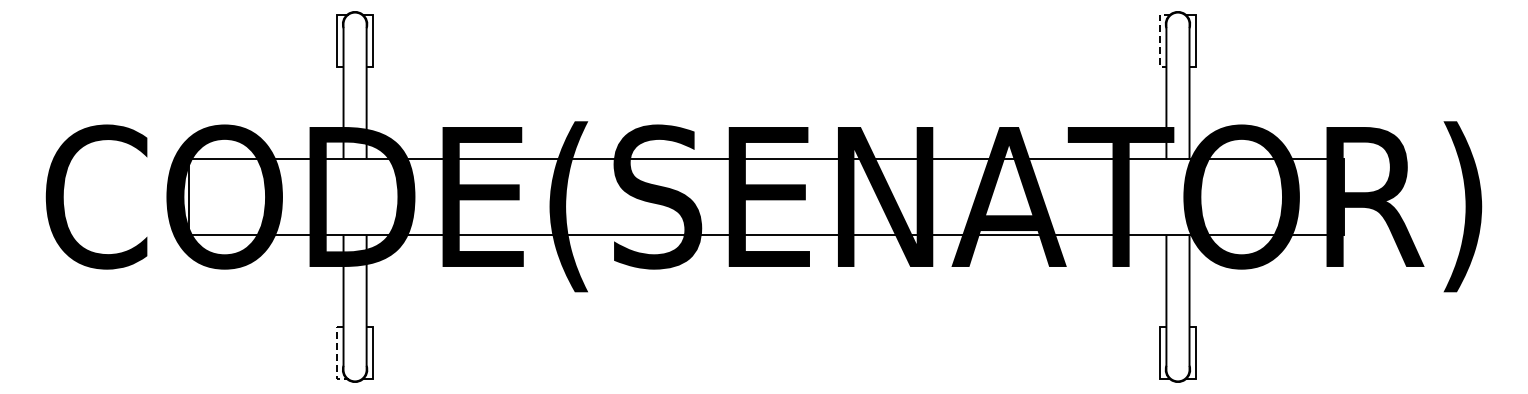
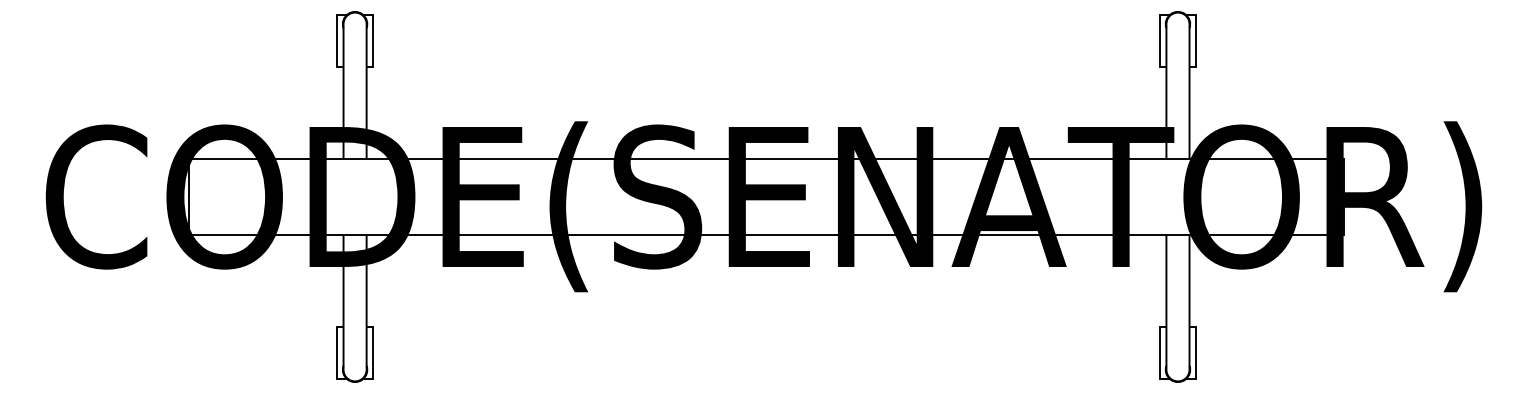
line at (1160, 38): dashed -> solid
line at (337, 355): dashed -> solid
